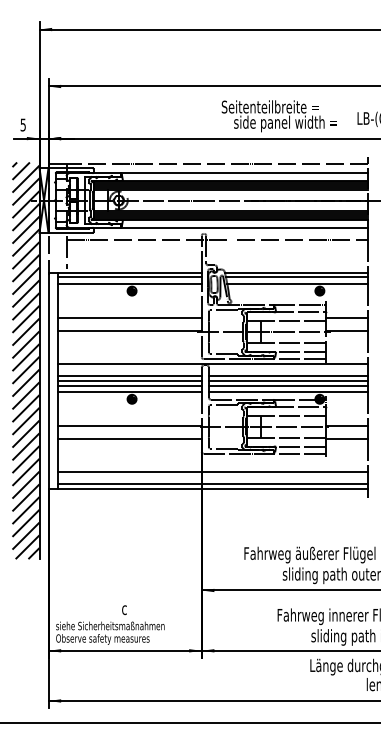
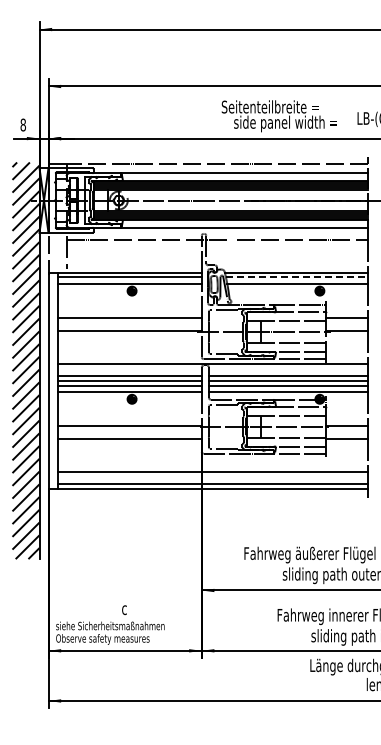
text at (22, 124): 5 -> 8
line at (296, 277): solid -> dashed
line at (189, 722): present -> none
